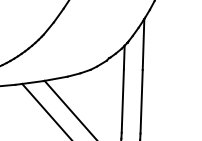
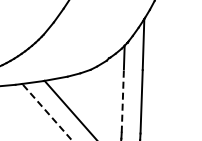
line at (122, 101): solid -> dashed
line at (47, 112): solid -> dashed
